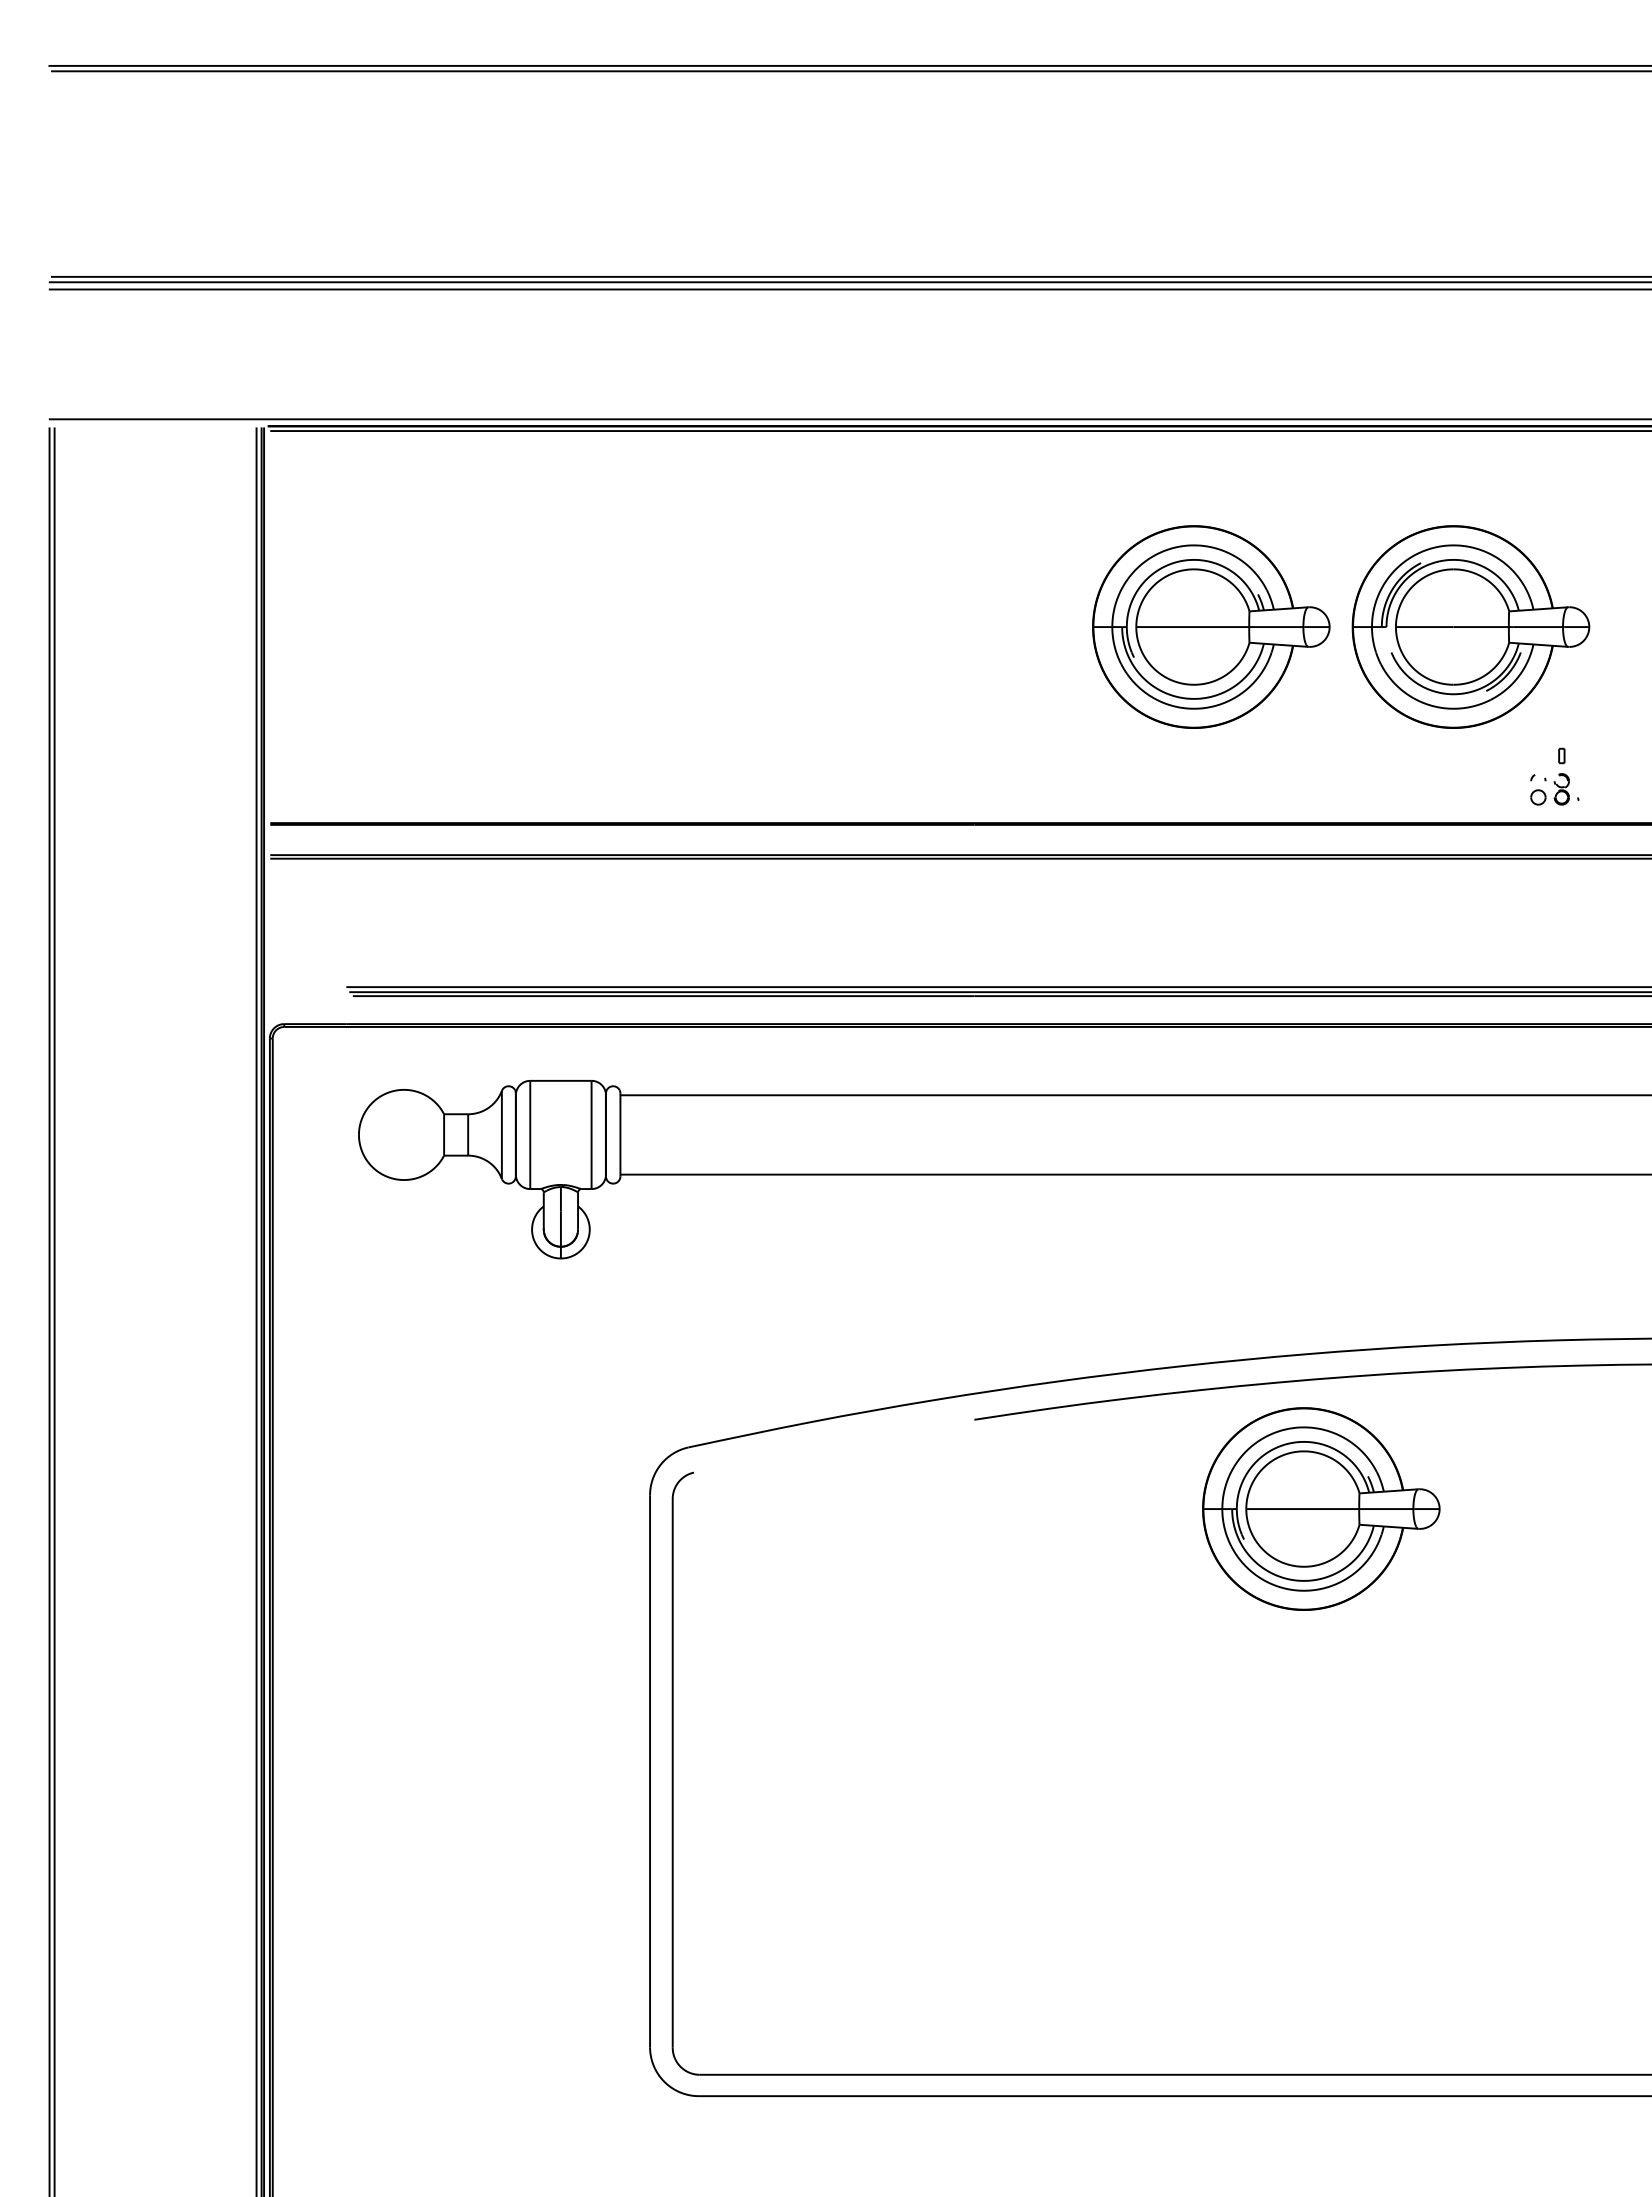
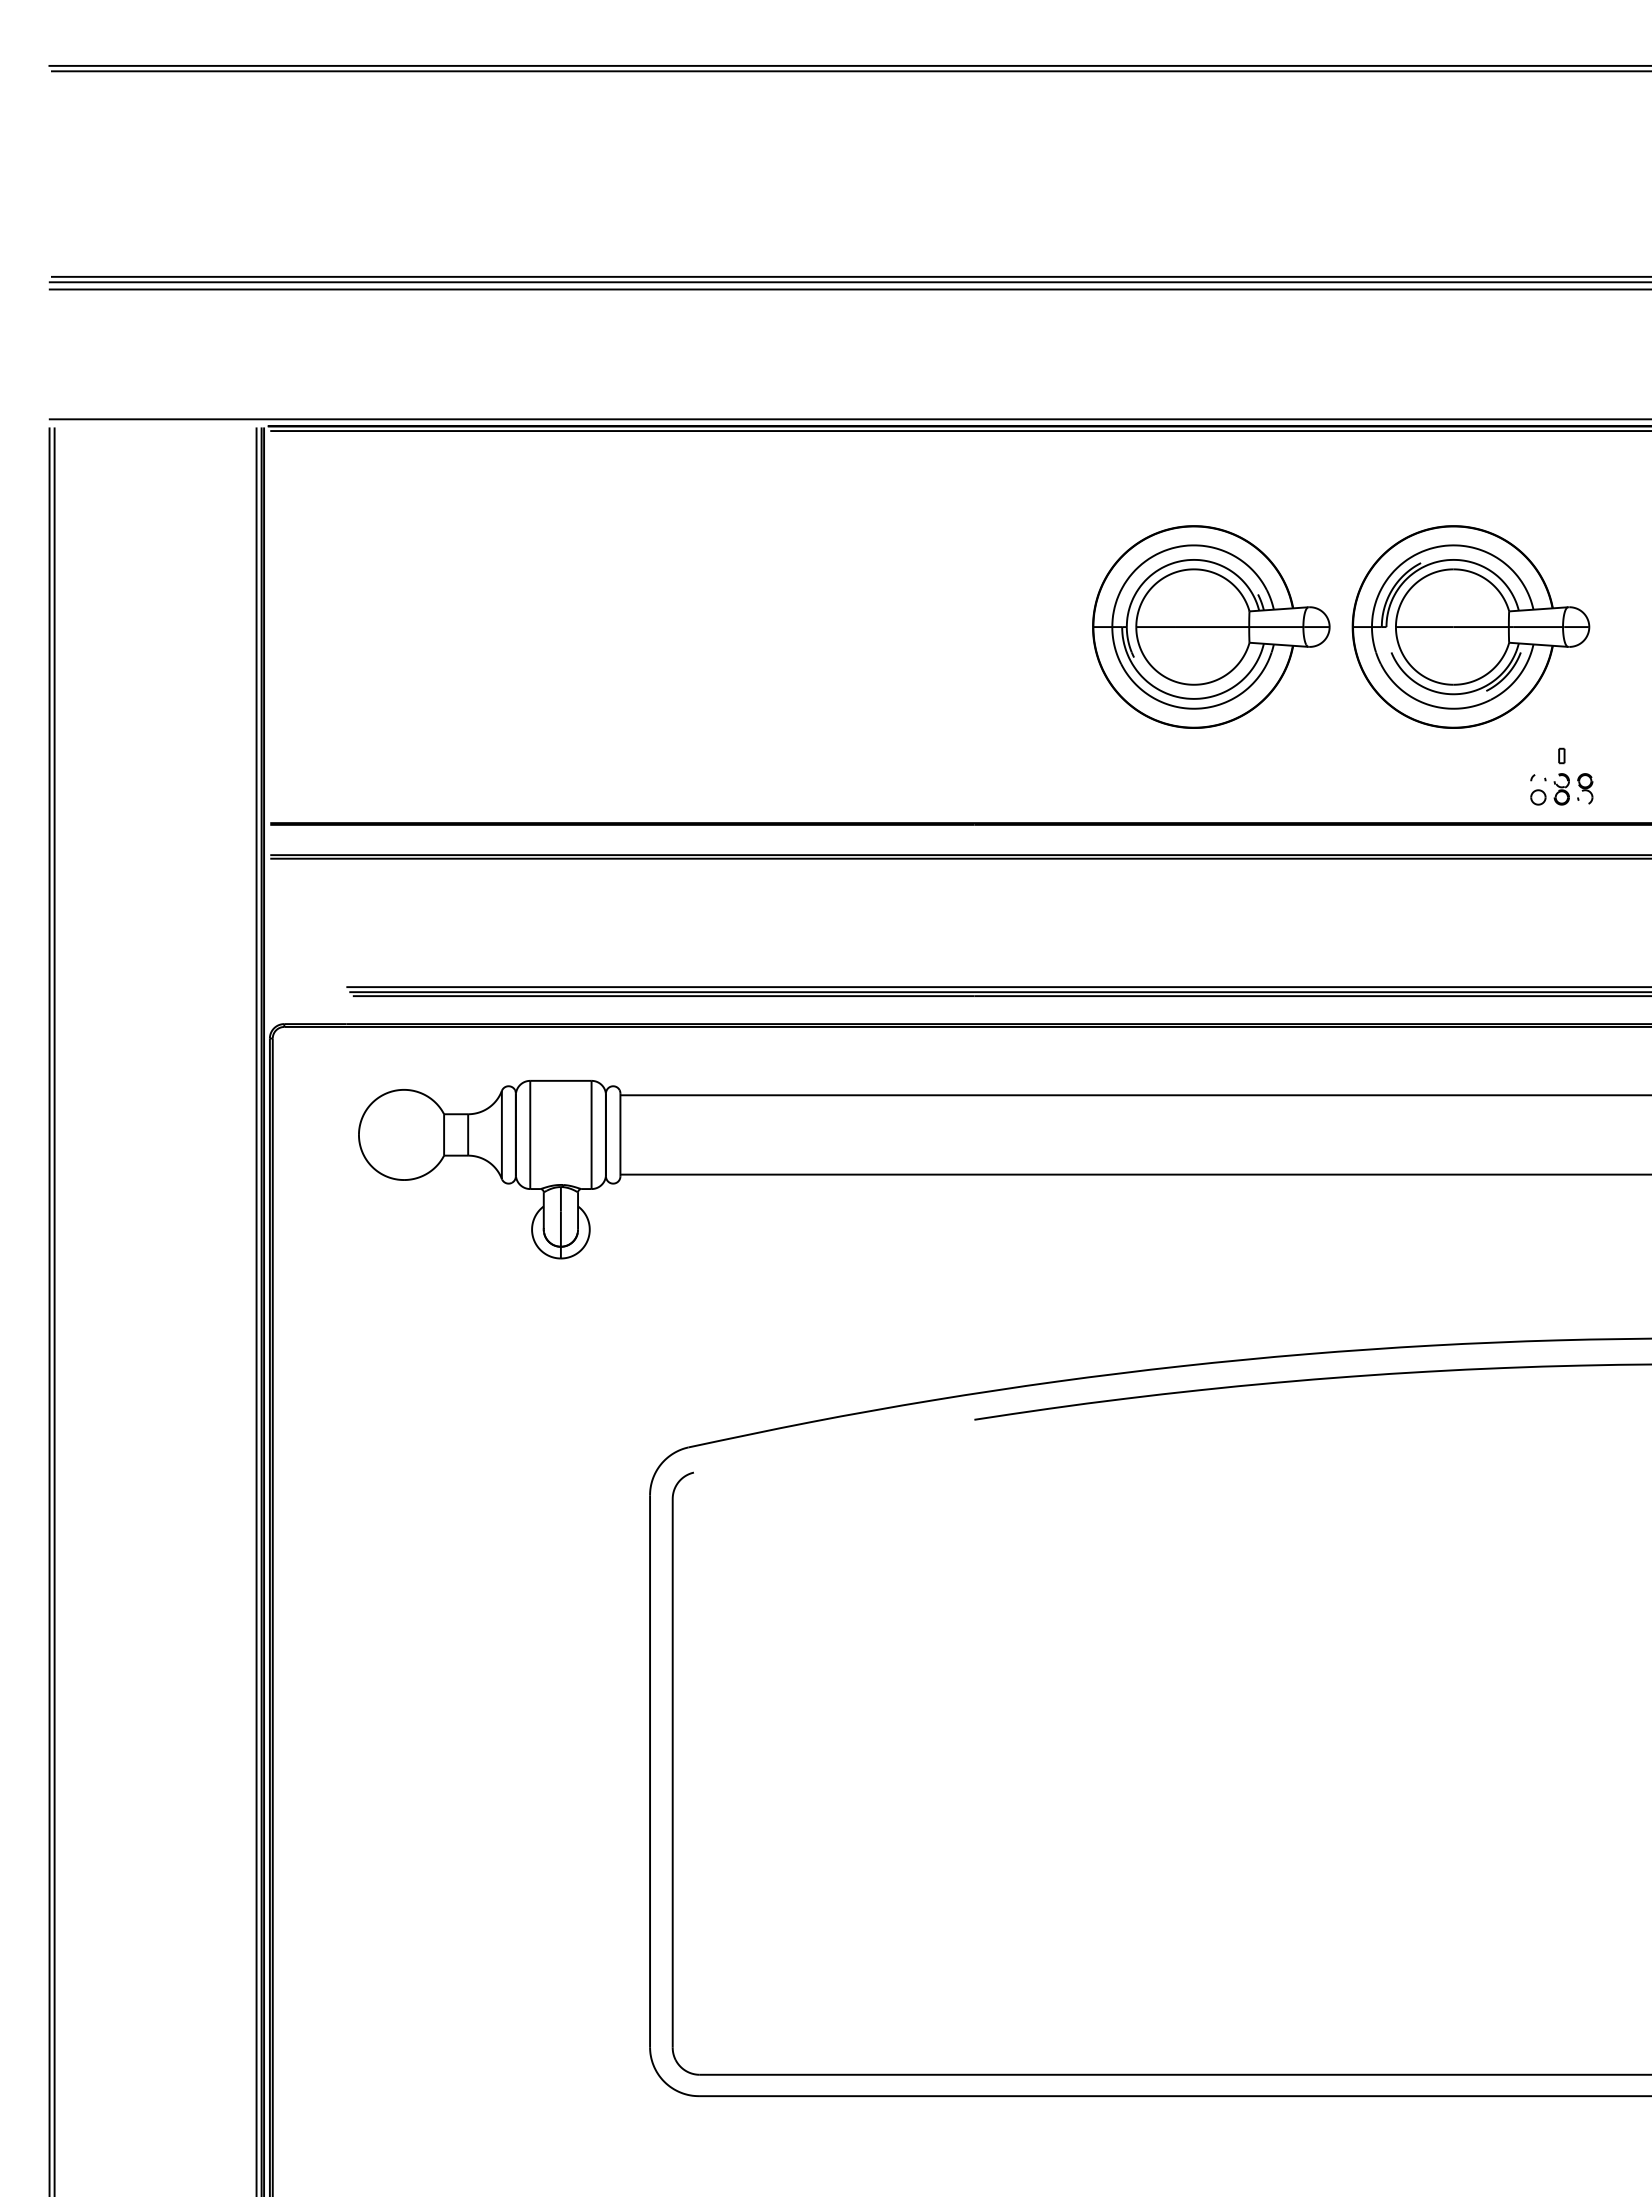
part at (1585, 788): none -> present
part at (1321, 1508): present -> none
